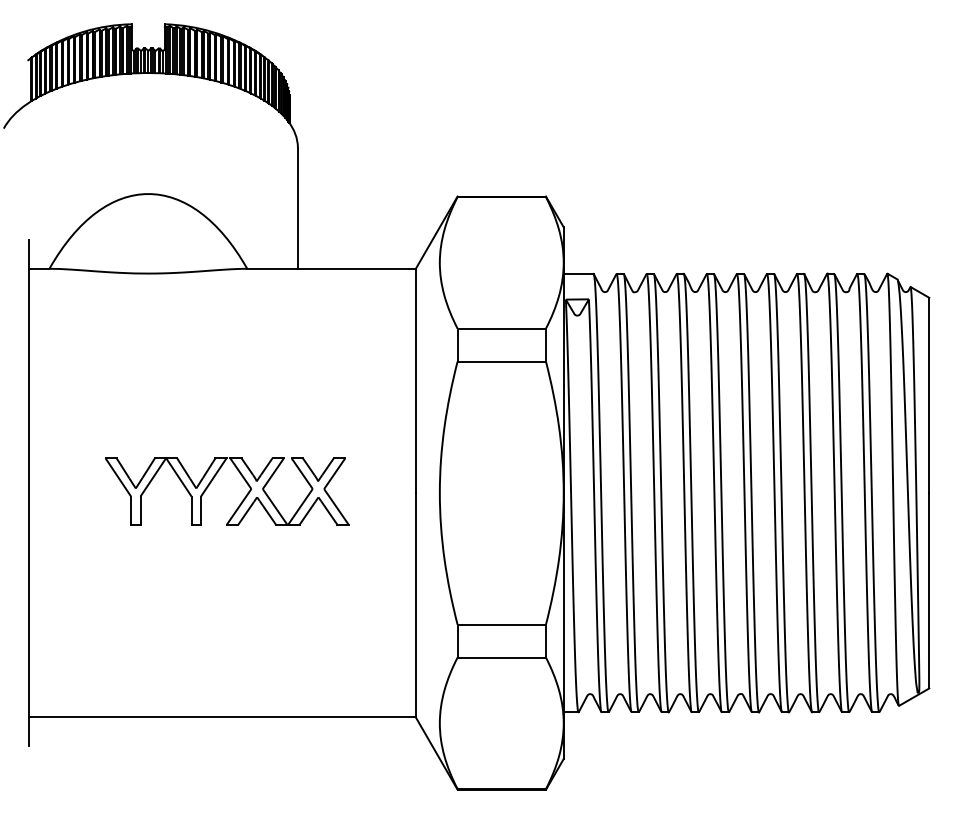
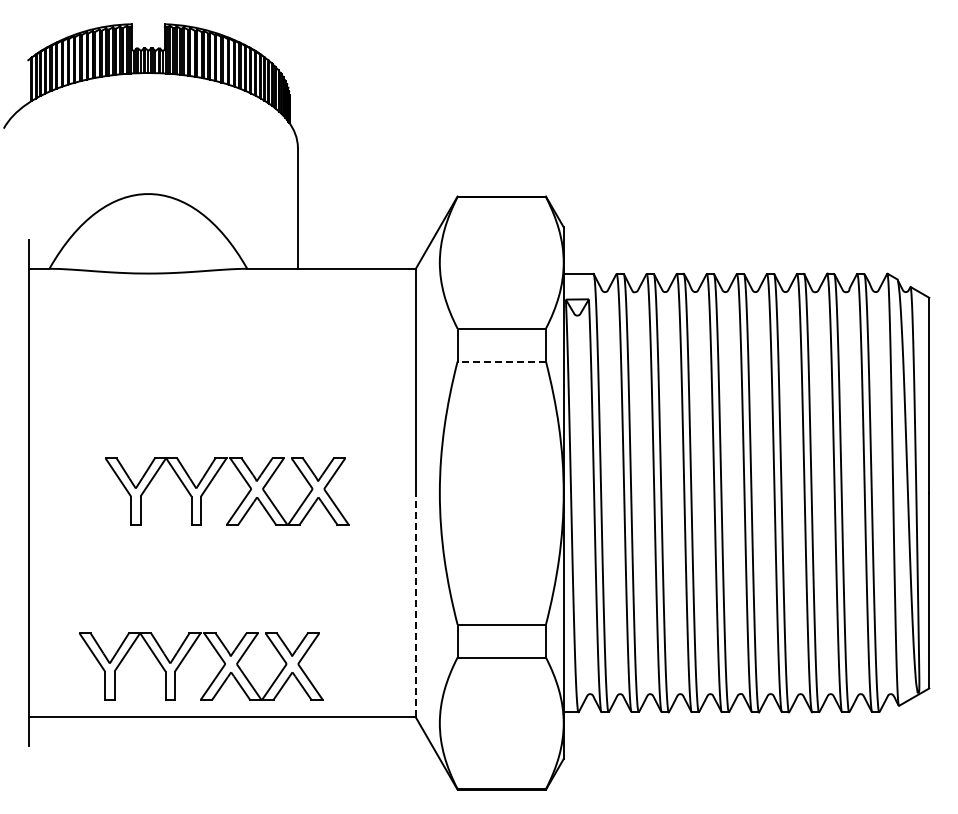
line at (501, 361): solid -> dashed
line at (415, 604): solid -> dashed
part at (215, 676): none -> present
